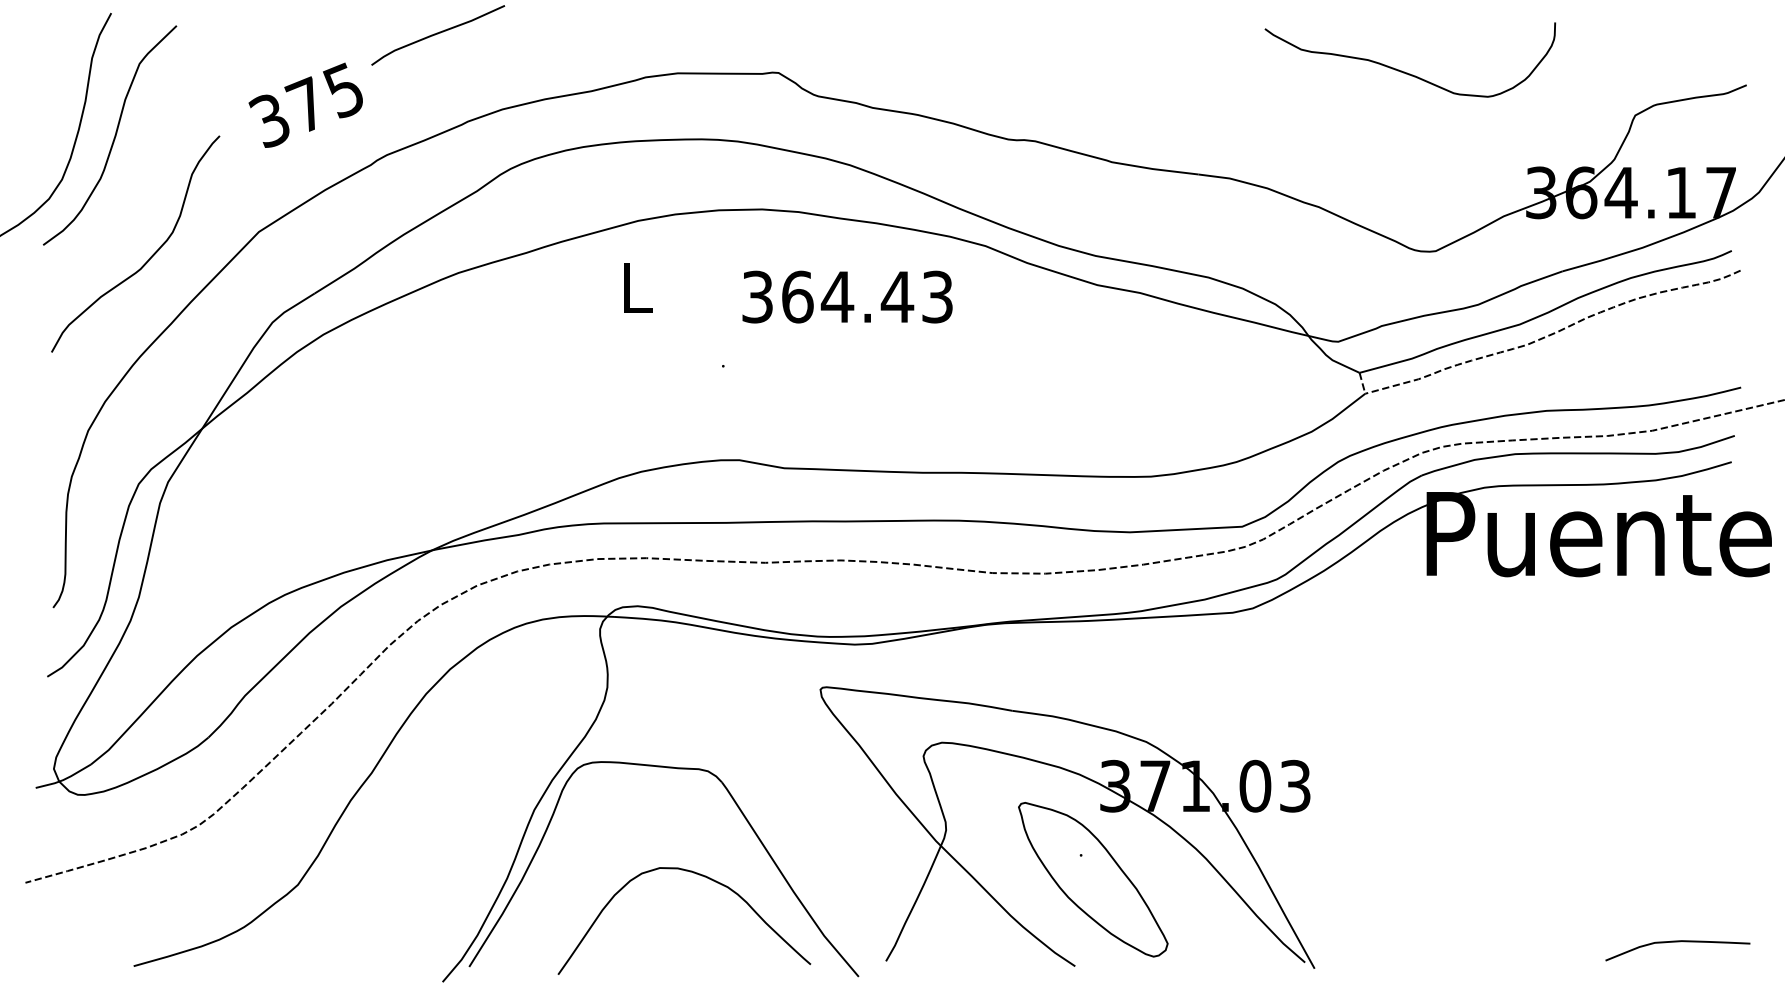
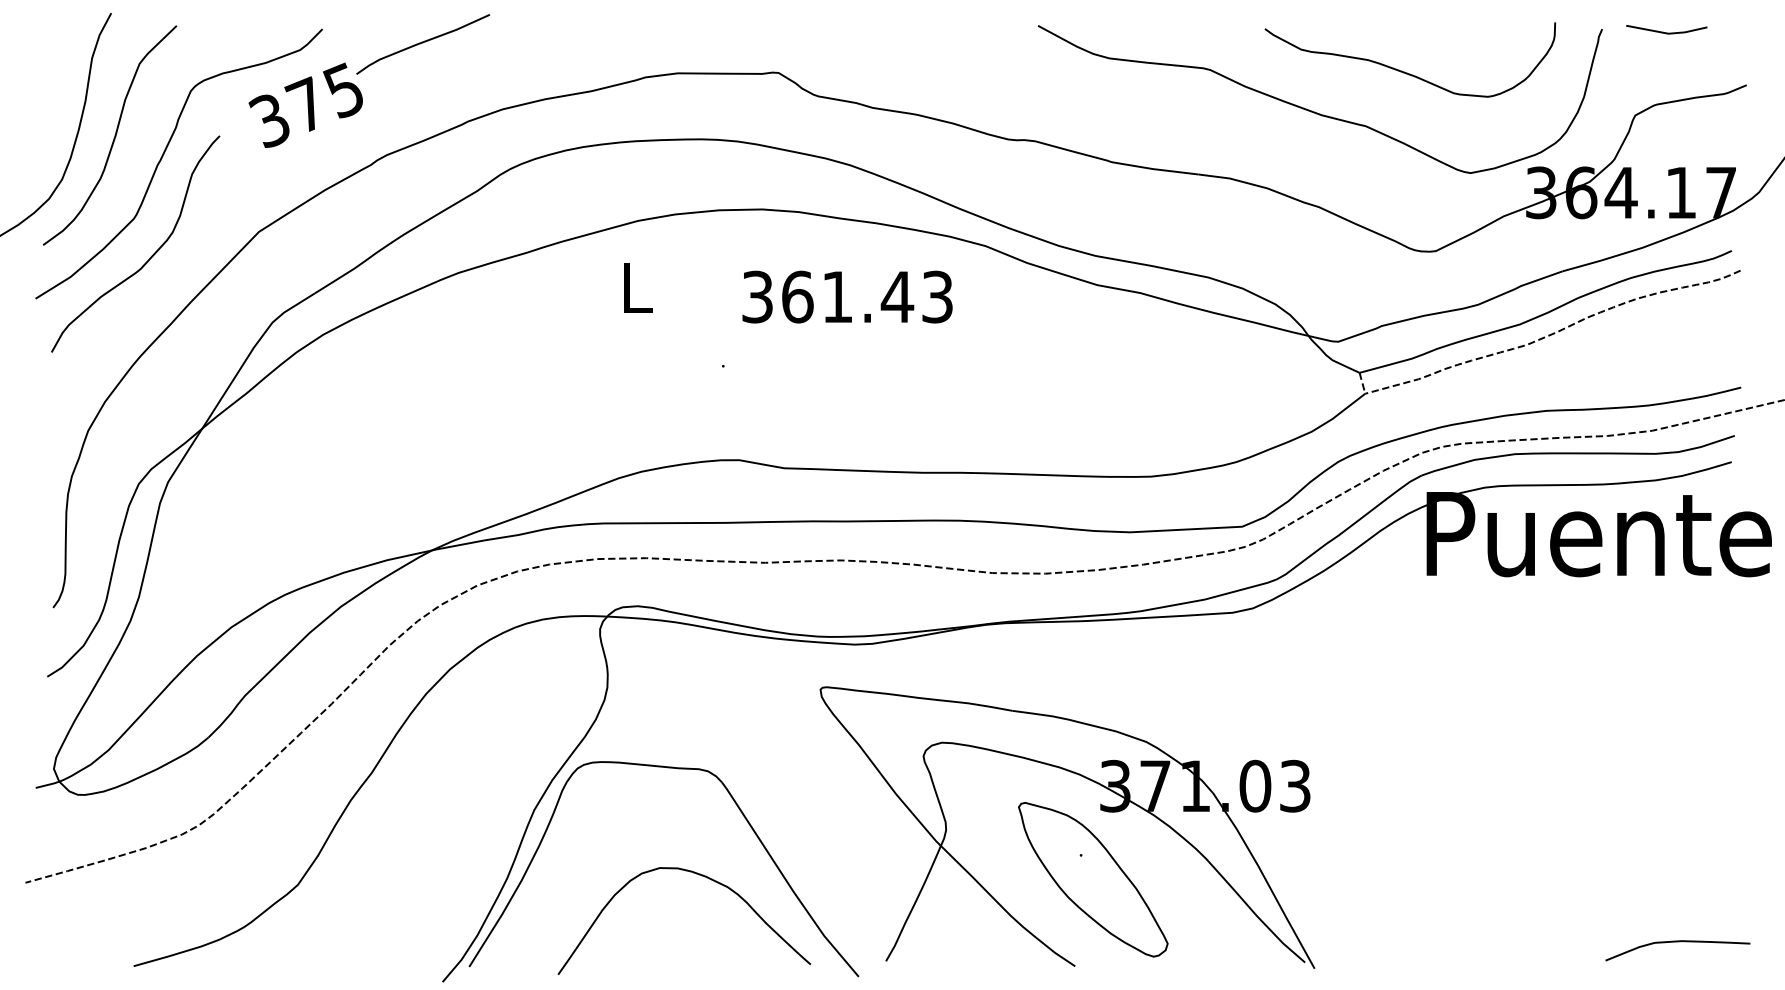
line at (1666, 32): none -> present
curve at (438, 34) position: (438, 34) -> (423, 43)
curve at (1314, 111): none -> present
curve at (163, 156): none -> present
text at (837, 296): 364.43 -> 361.43
